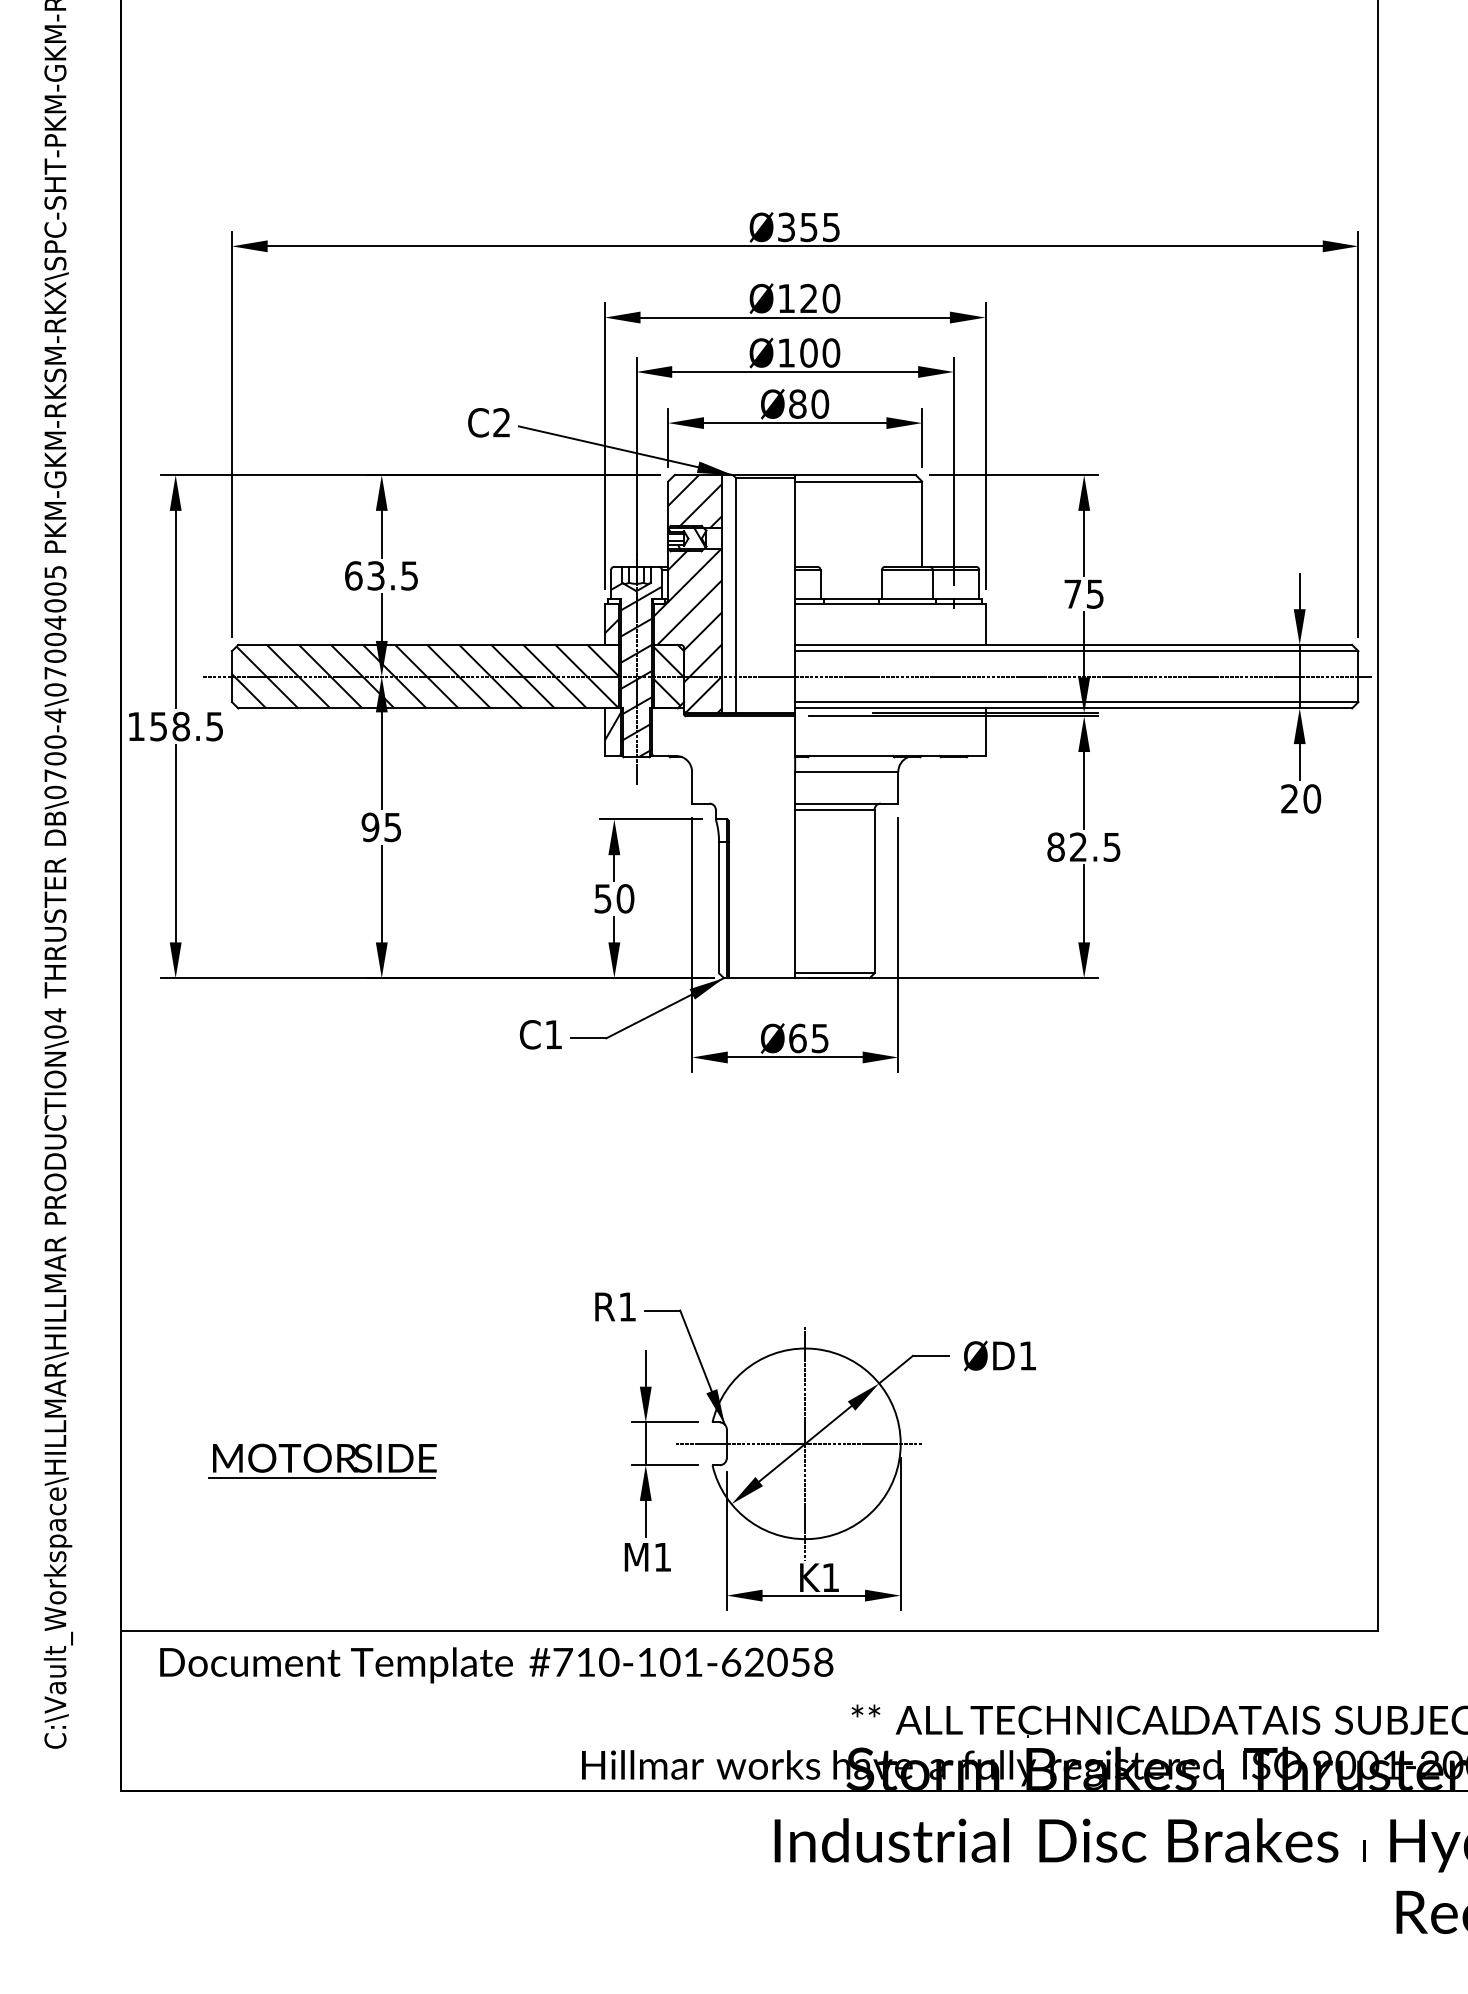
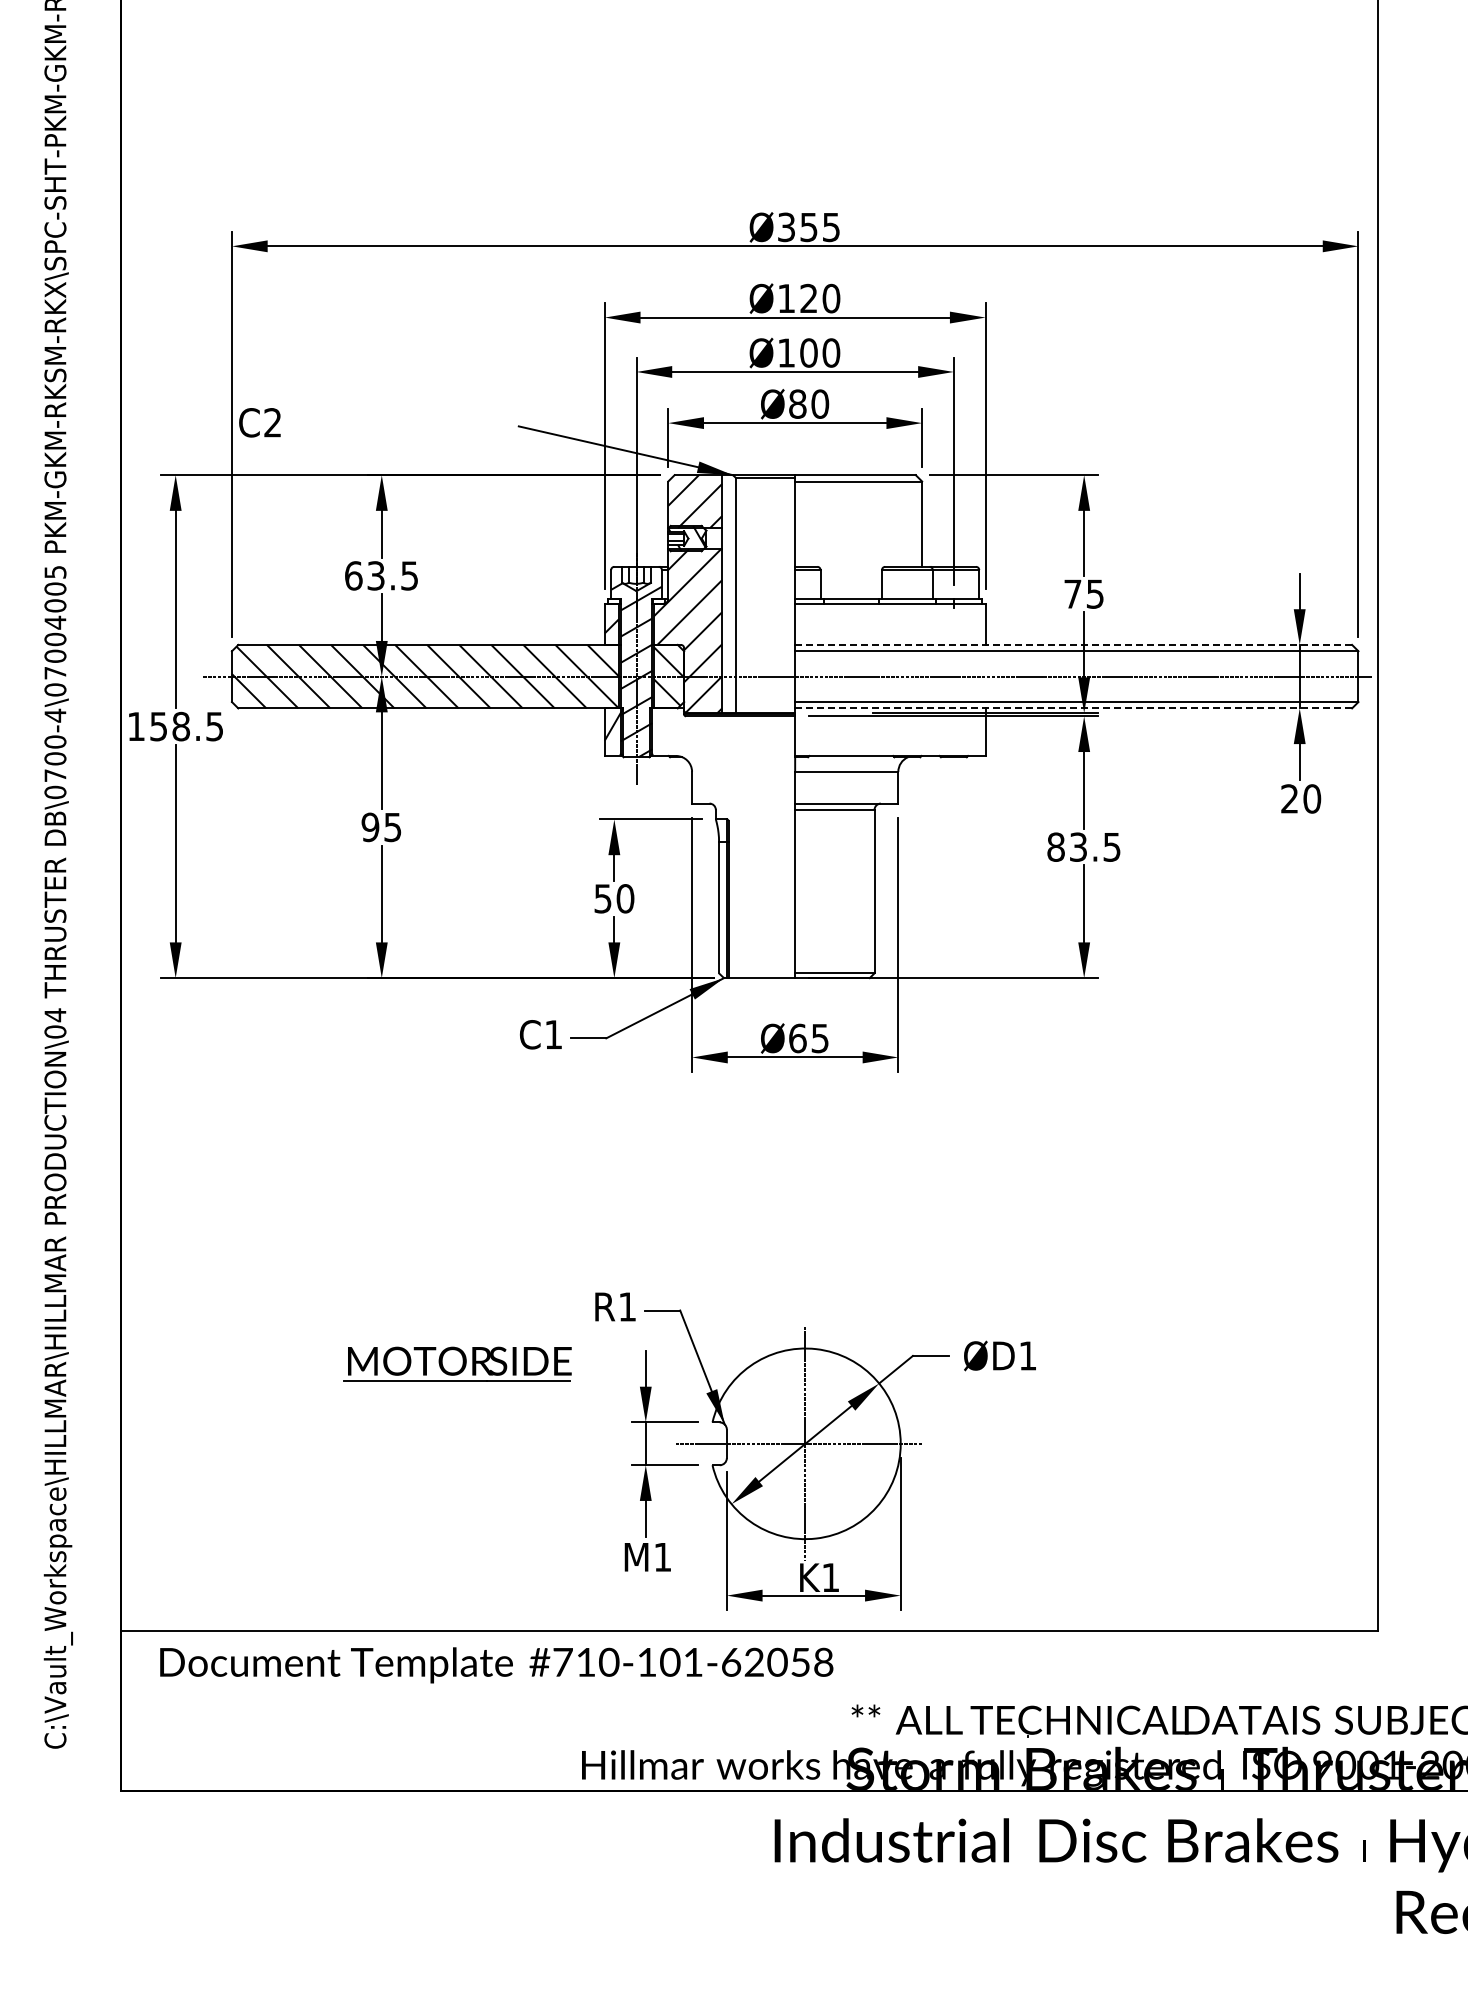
text at (488, 422) position: (488, 422) -> (259, 422)
line at (1074, 644): solid -> dashed
line at (1073, 708): solid -> dashed
text at (1078, 846): 82.5 -> 83.5
part at (322, 1460) position: (322, 1460) -> (457, 1363)
